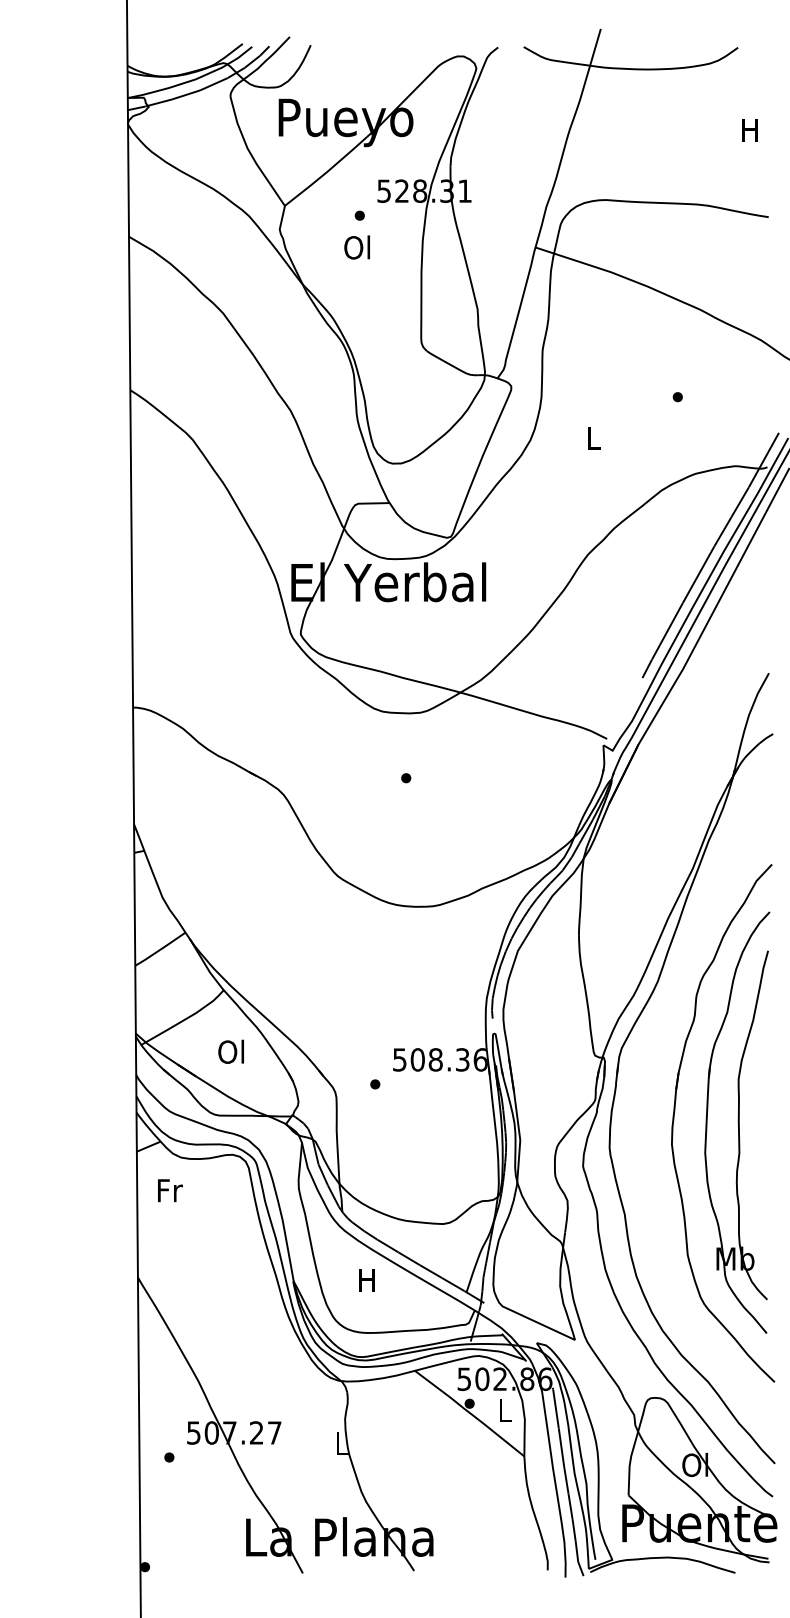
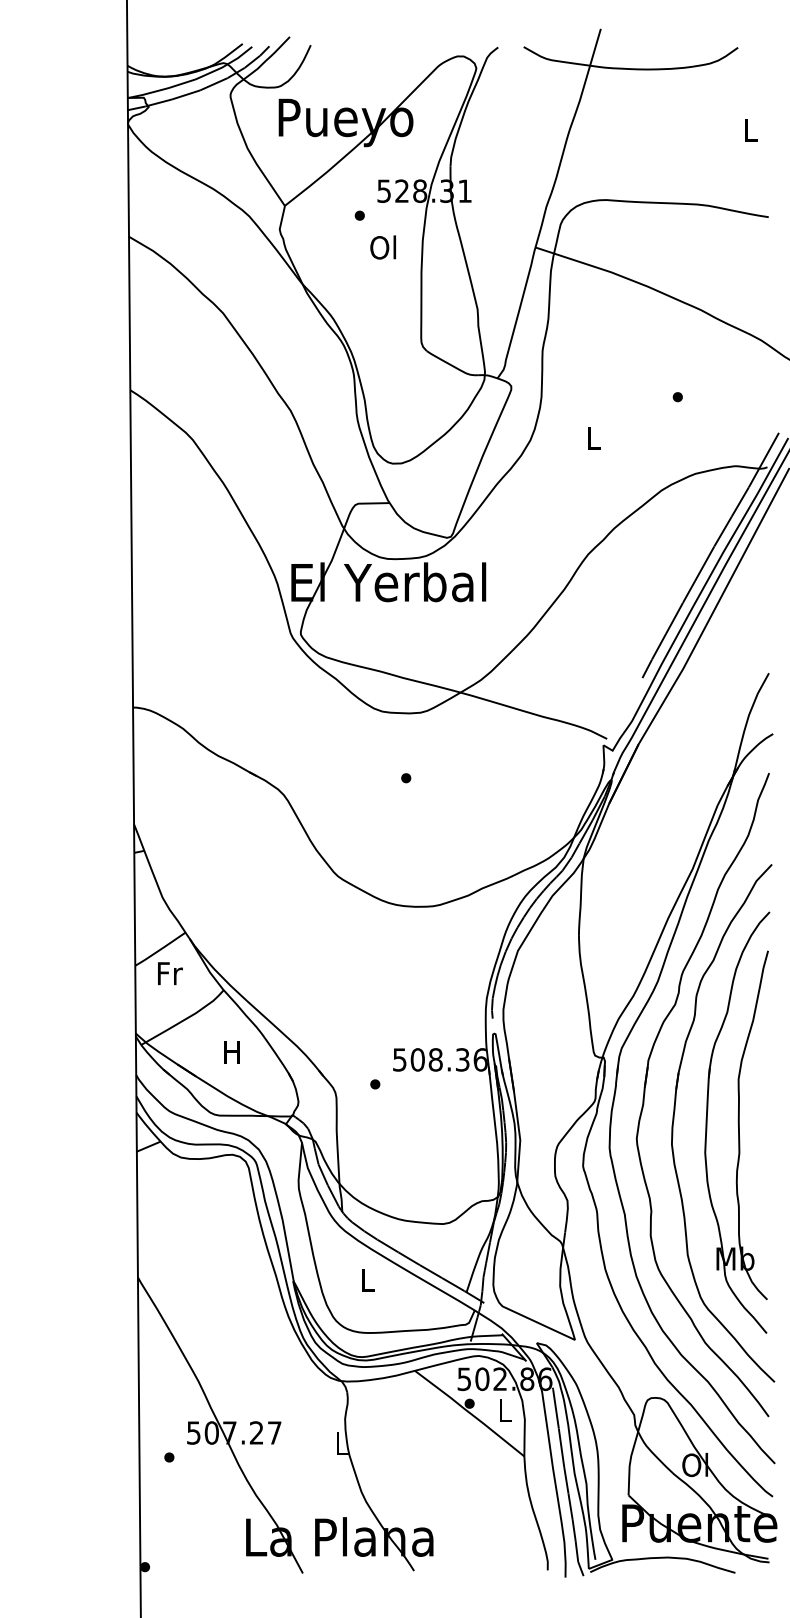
text at (749, 130): H -> L
text at (356, 247) position: (356, 247) -> (382, 247)
text at (230, 1051): Ol -> H
part at (646, 1085): none -> present
text at (170, 1190) position: (170, 1190) -> (170, 973)
text at (366, 1280): H -> L
